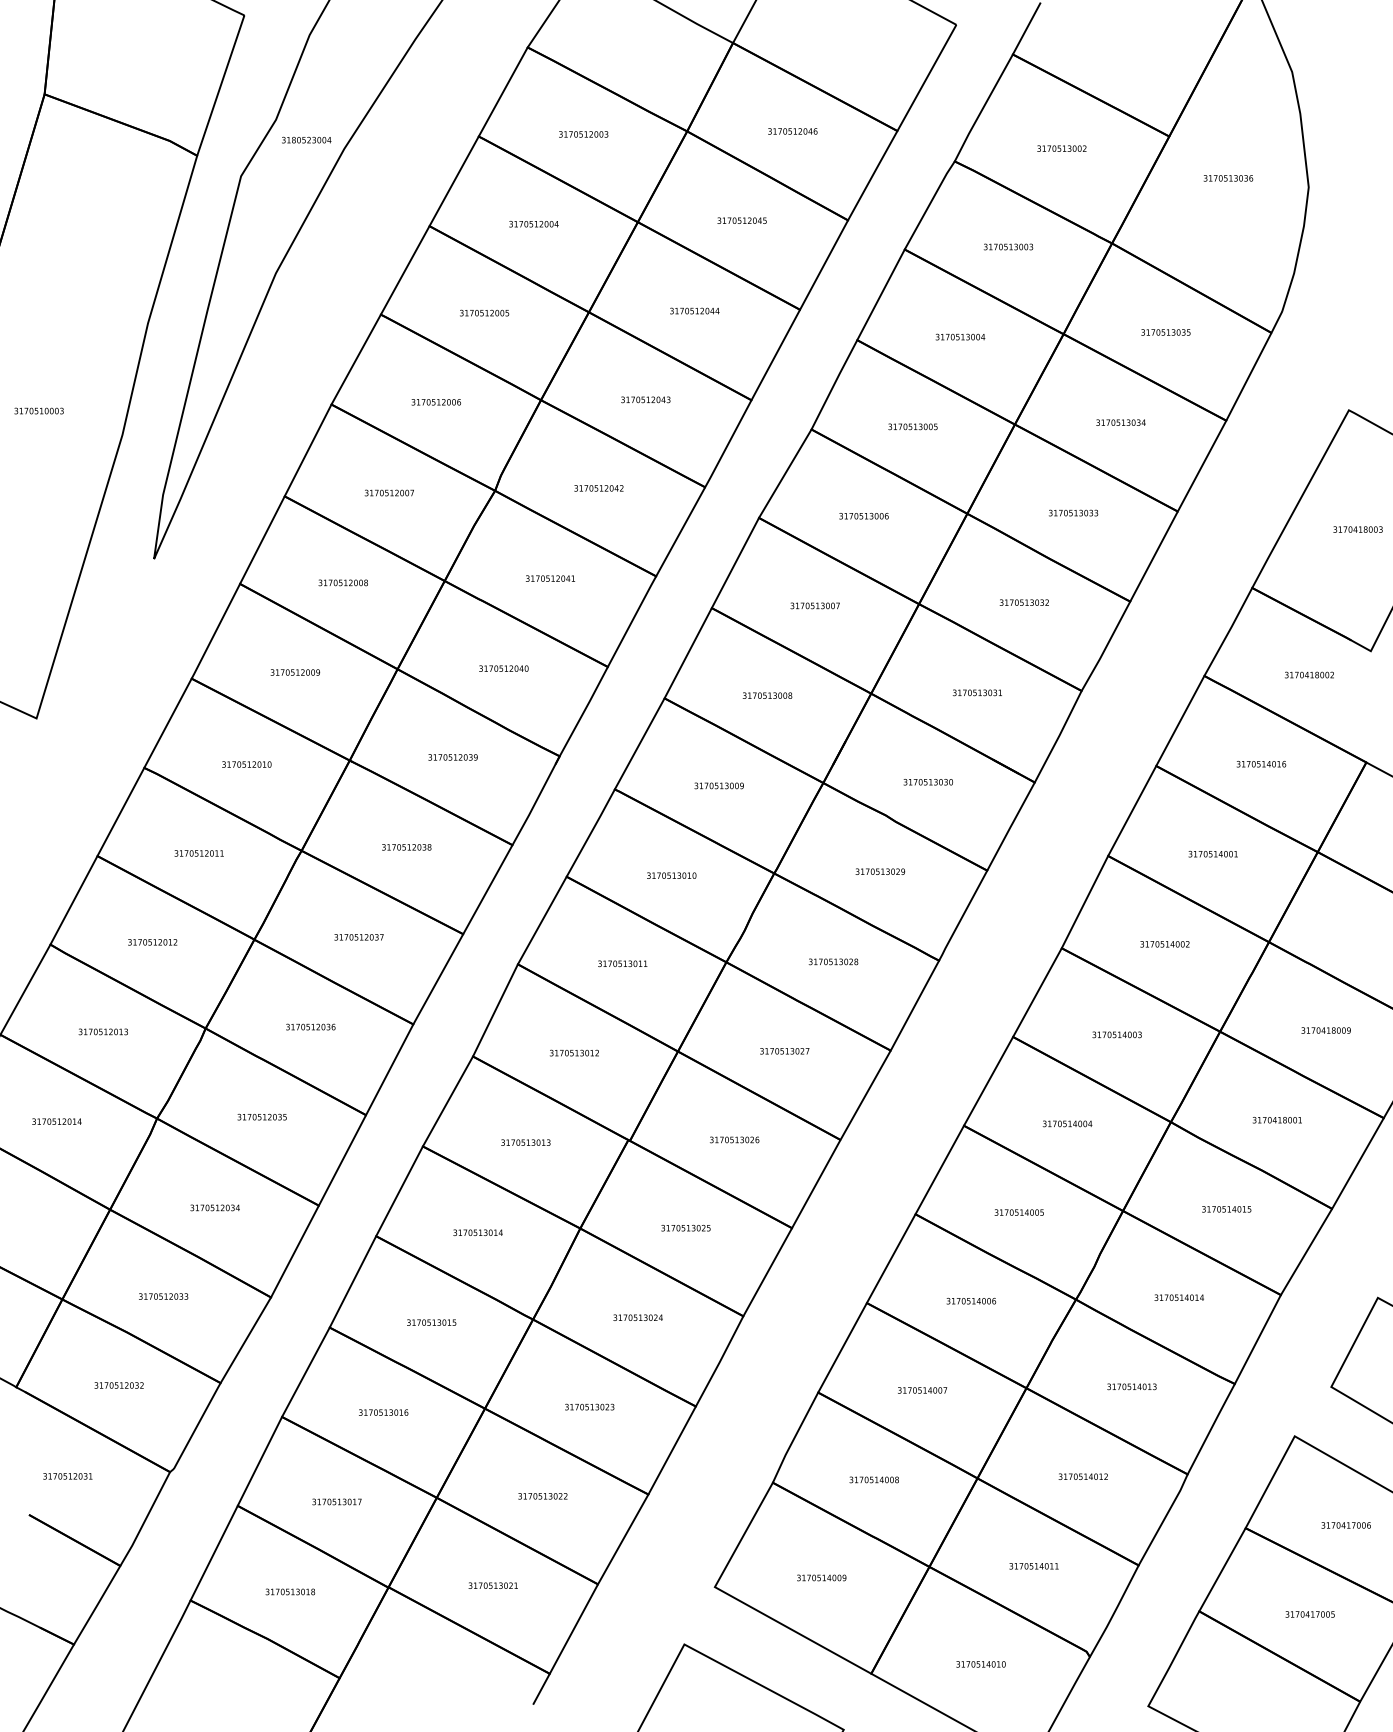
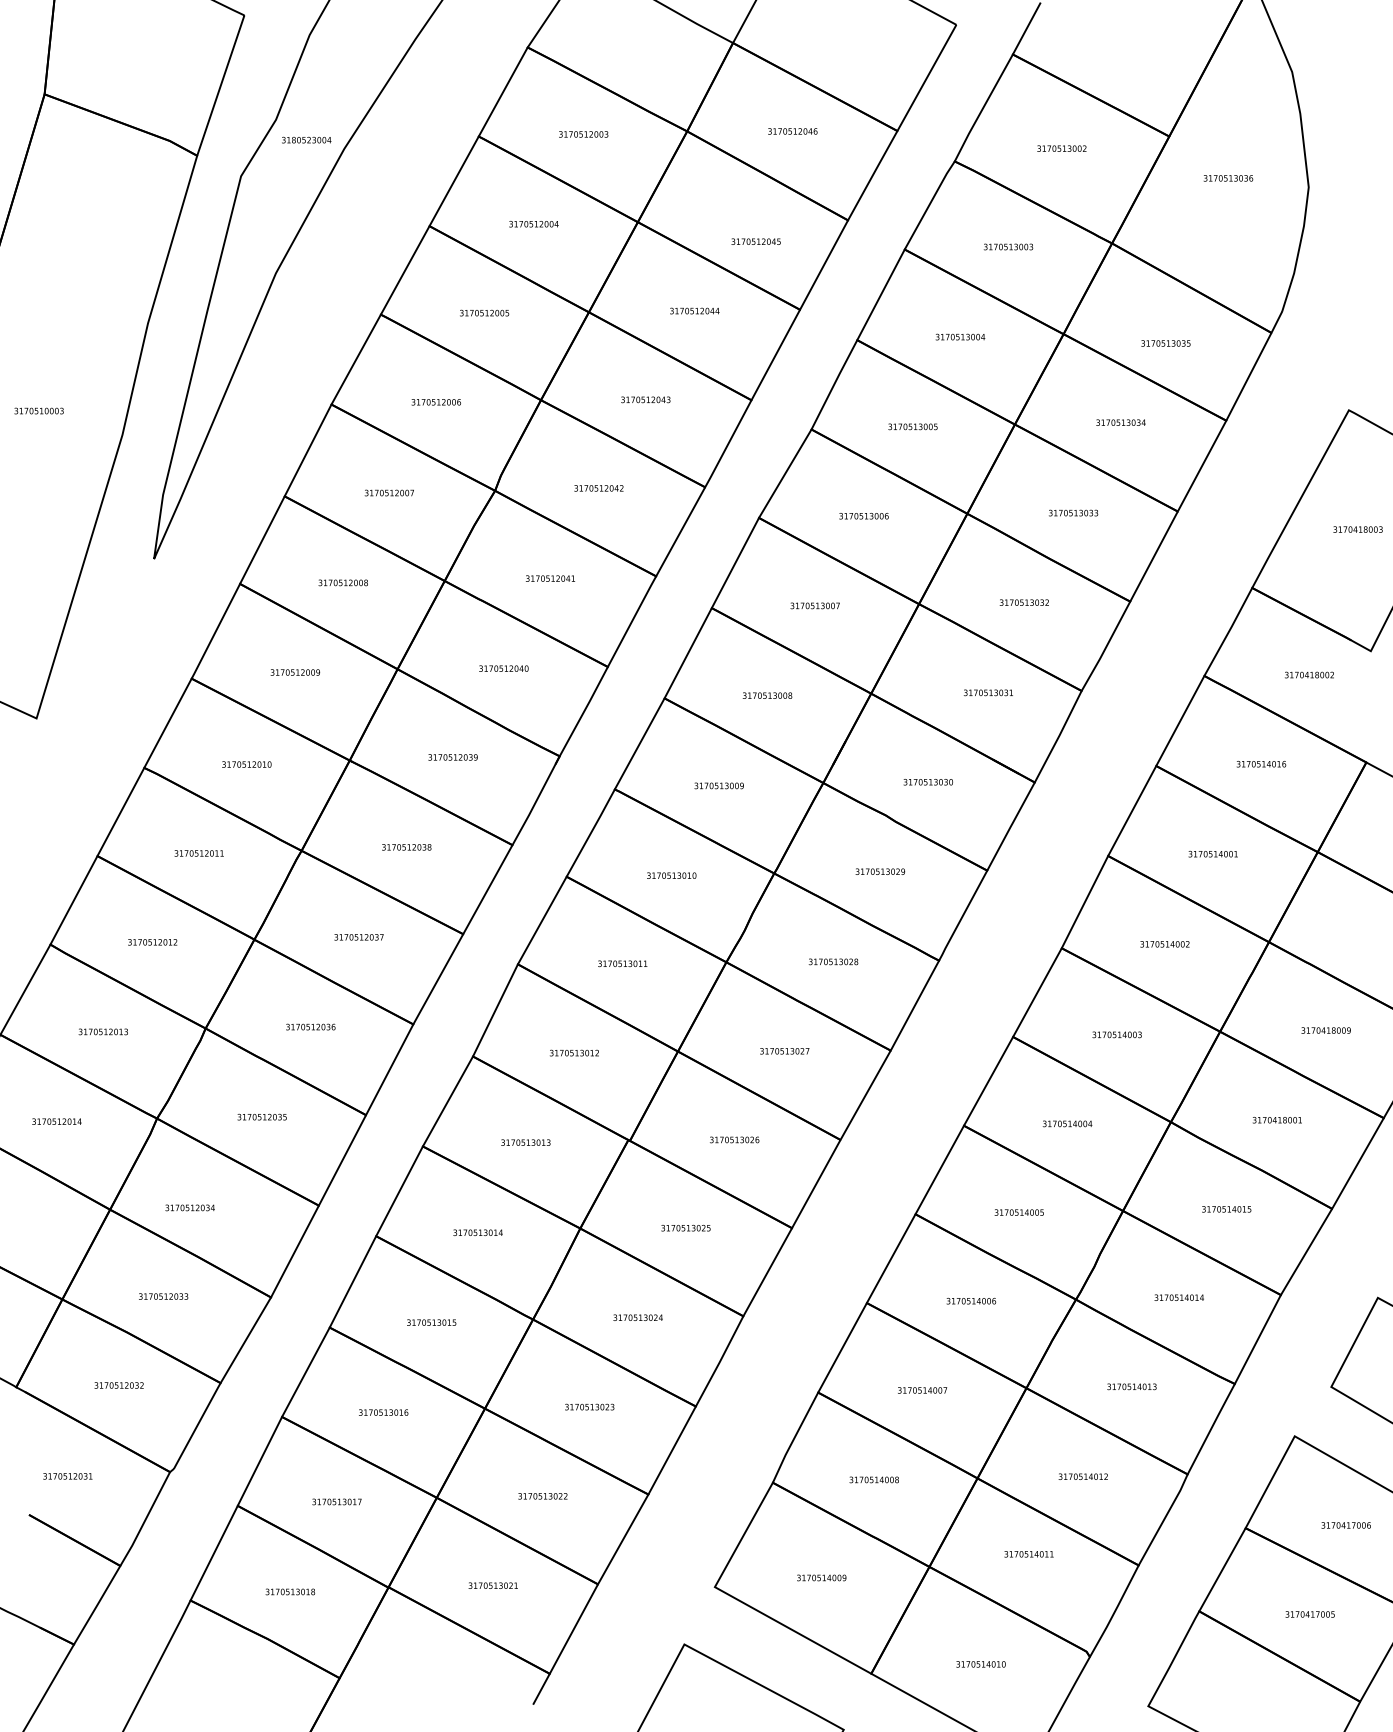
text at (741, 220) position: (741, 220) -> (755, 241)
text at (1165, 332) position: (1165, 332) -> (1165, 343)
text at (976, 692) position: (976, 692) -> (987, 692)
text at (214, 1207) position: (214, 1207) -> (189, 1207)
text at (1033, 1566) position: (1033, 1566) -> (1028, 1554)
